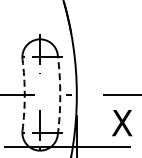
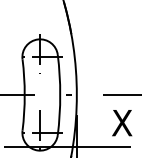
arc at (24, 95): dashed -> solid
arc at (60, 95): dashed -> solid
